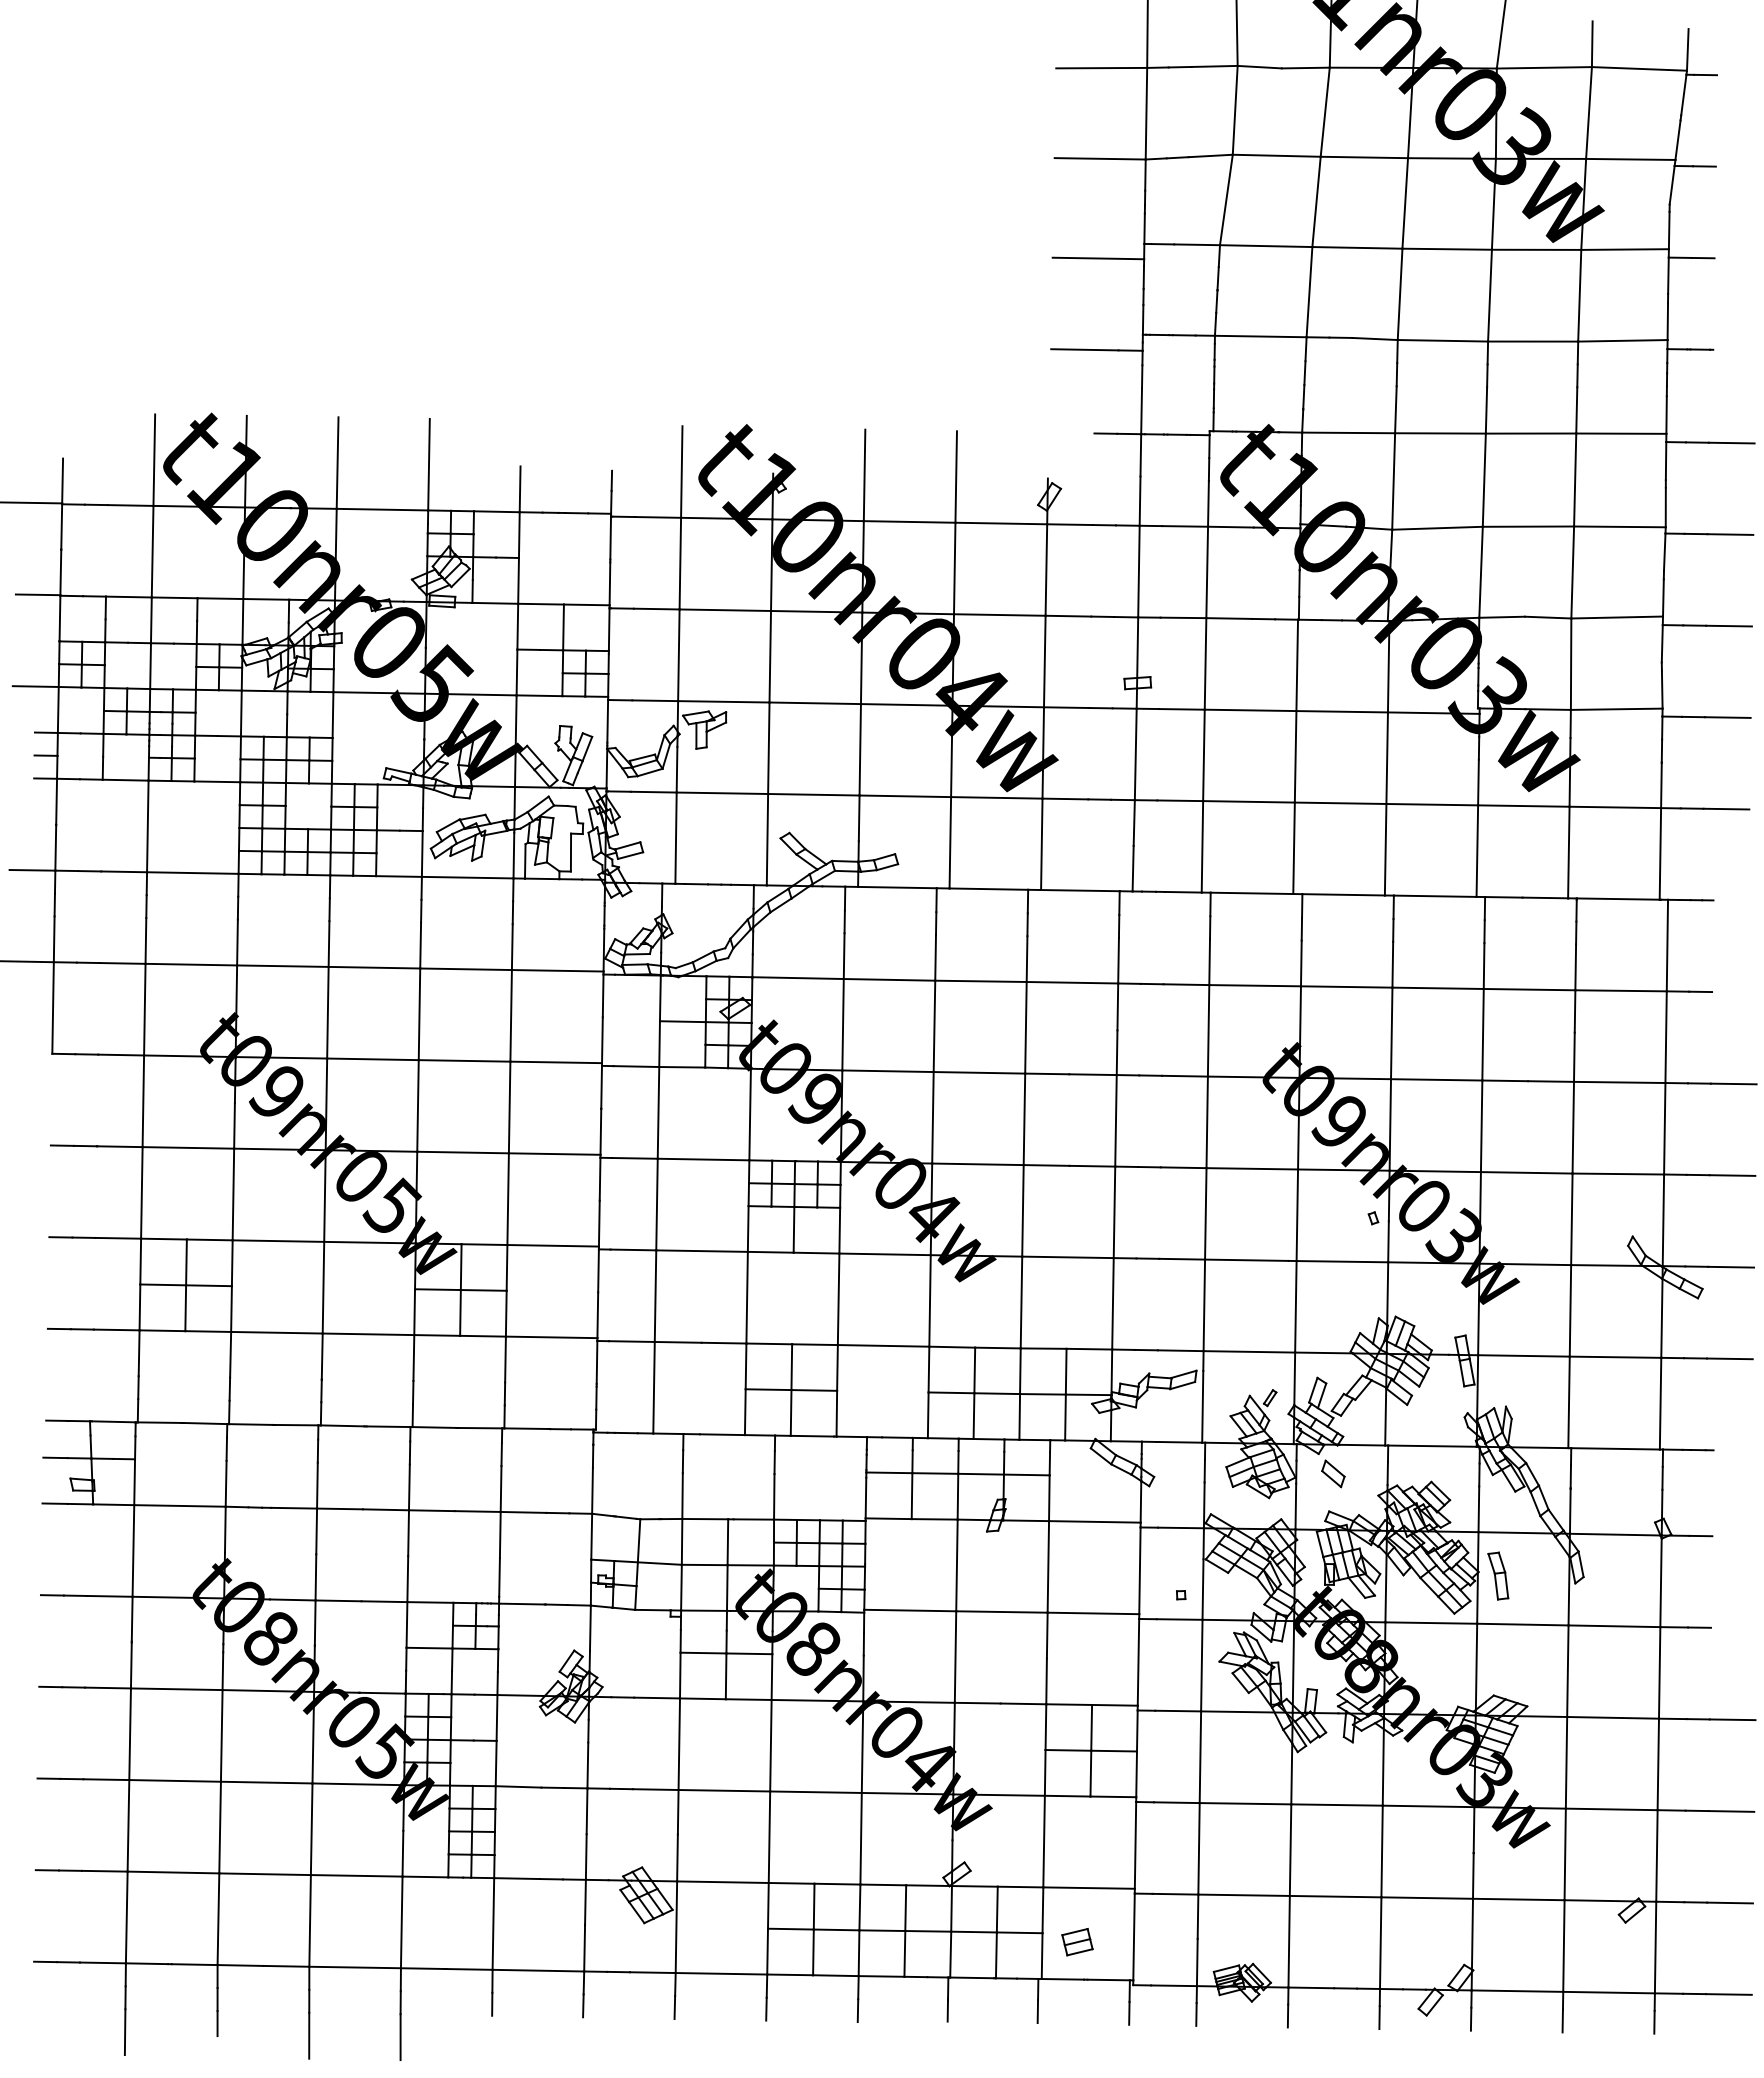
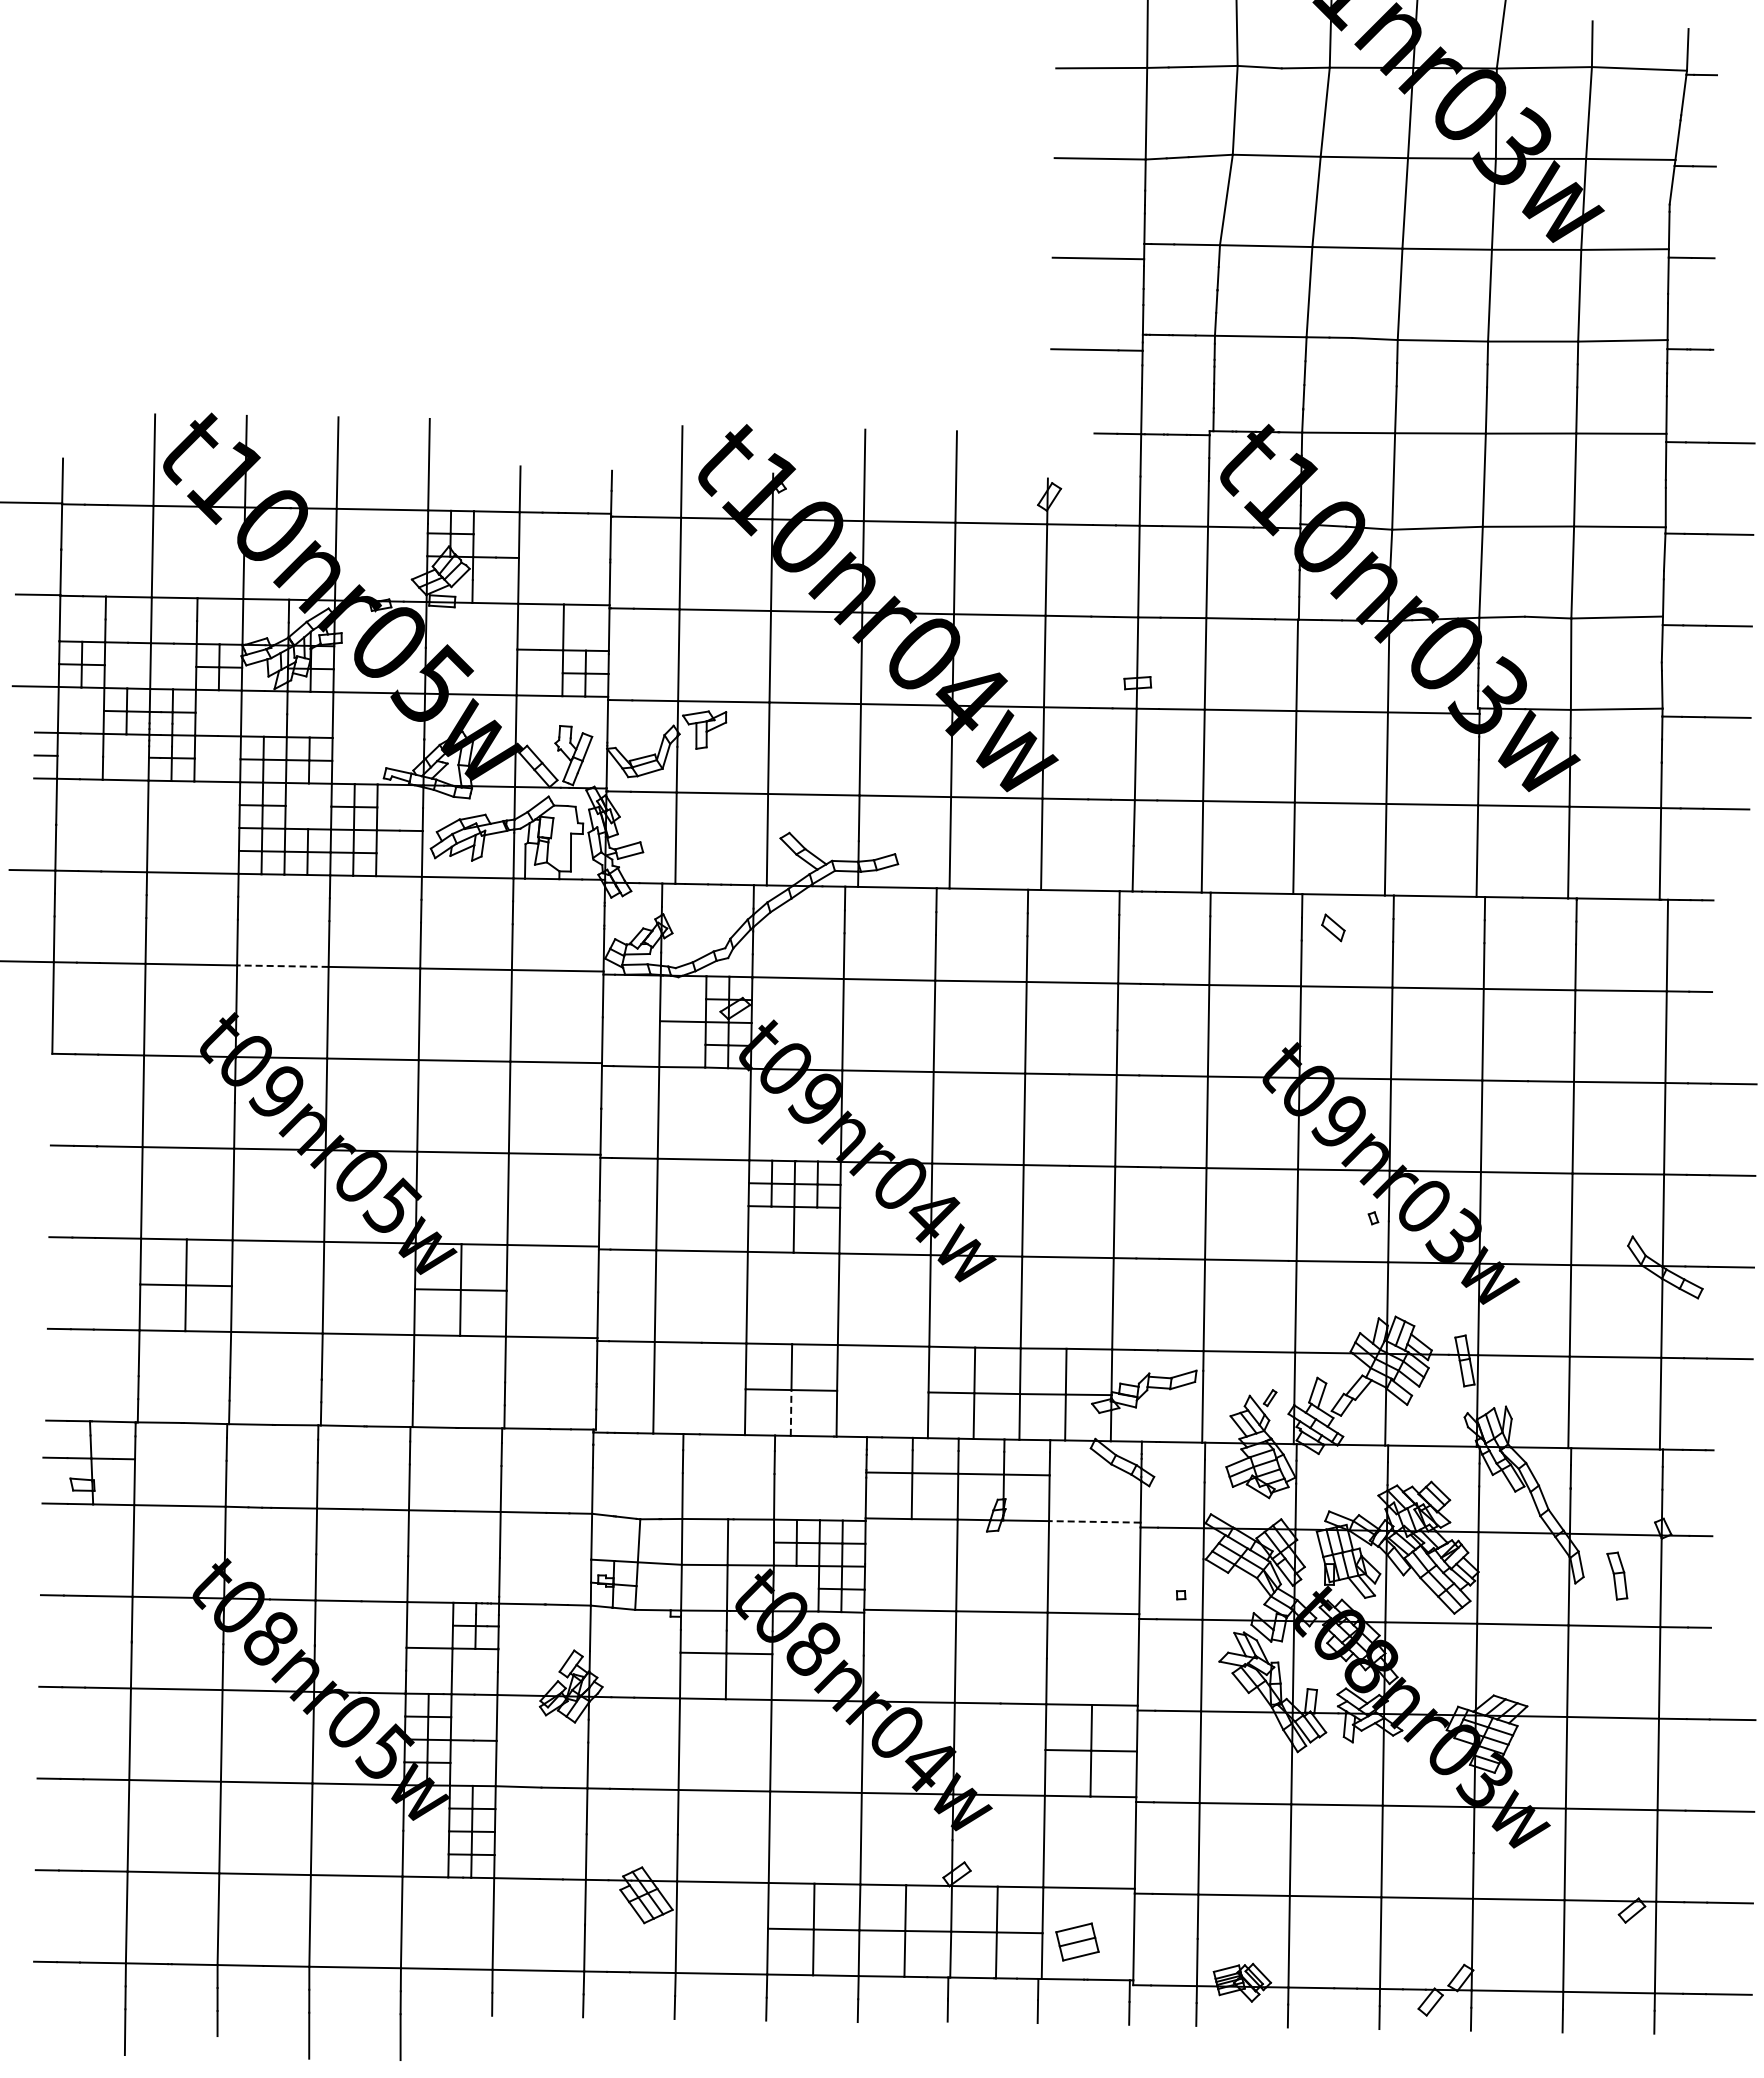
line at (282, 966): solid -> dashed
line at (791, 1412): solid -> dashed
part at (1333, 1473) position: (1333, 1473) -> (1333, 927)
line at (1094, 1521): solid -> dashed
part at (1498, 1575) position: (1498, 1575) -> (1617, 1575)
part at (1077, 1942) size: 33x29 px -> 45x40 px
